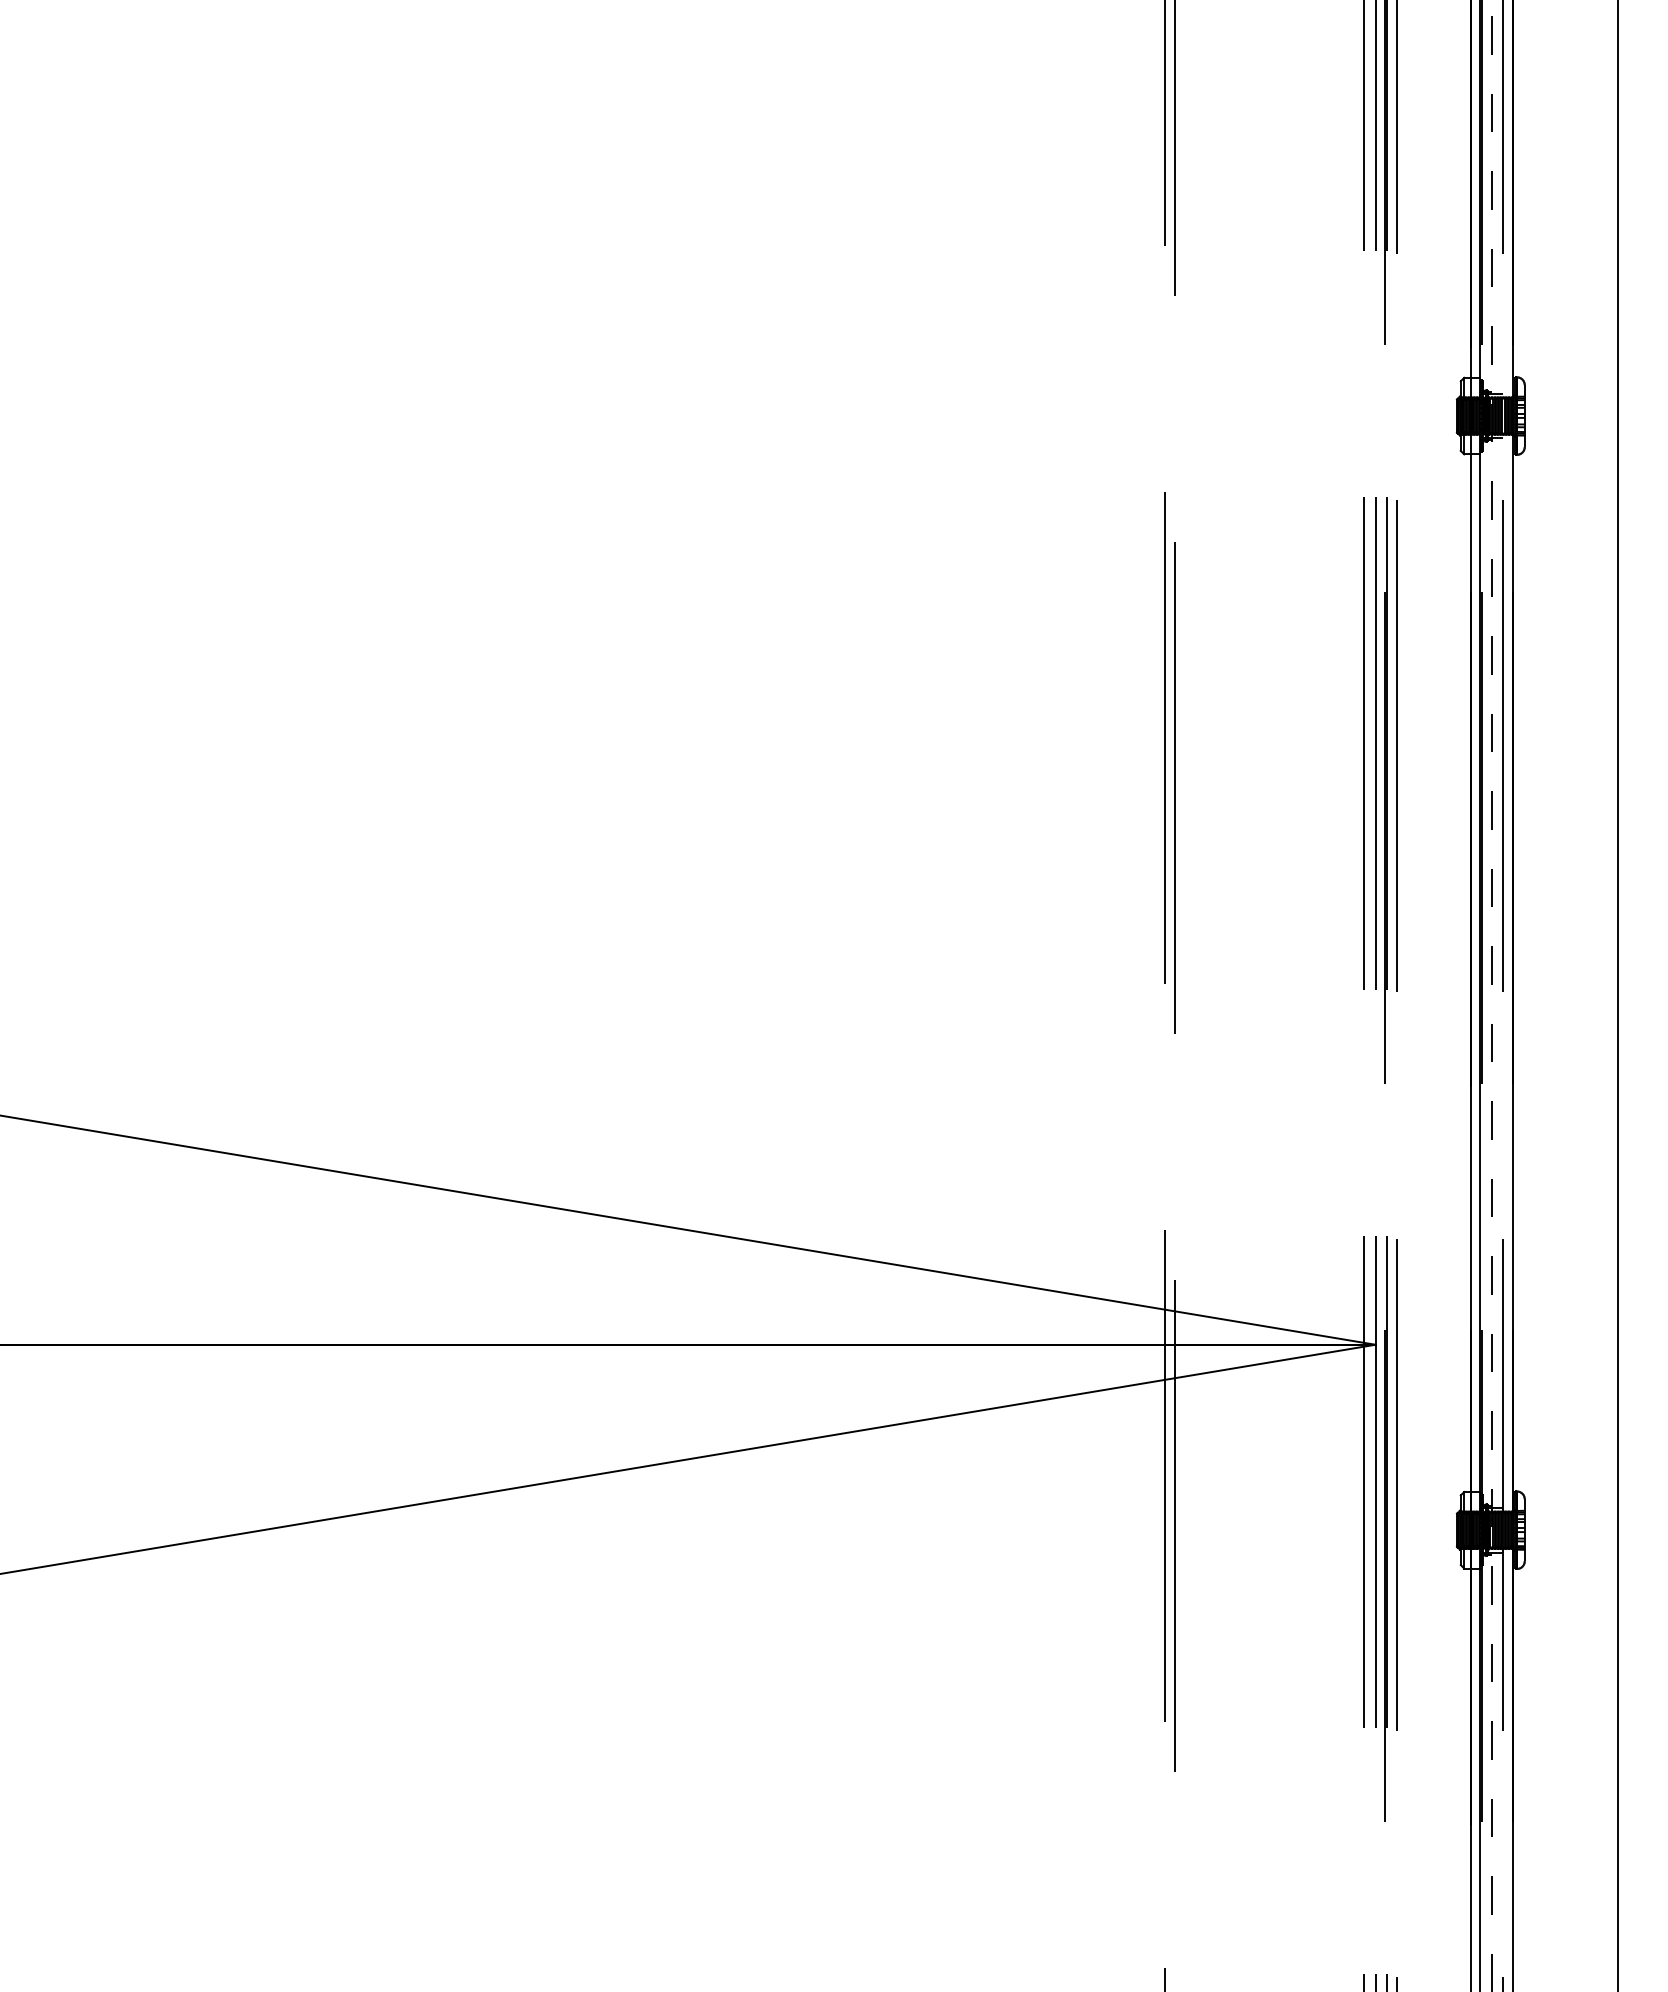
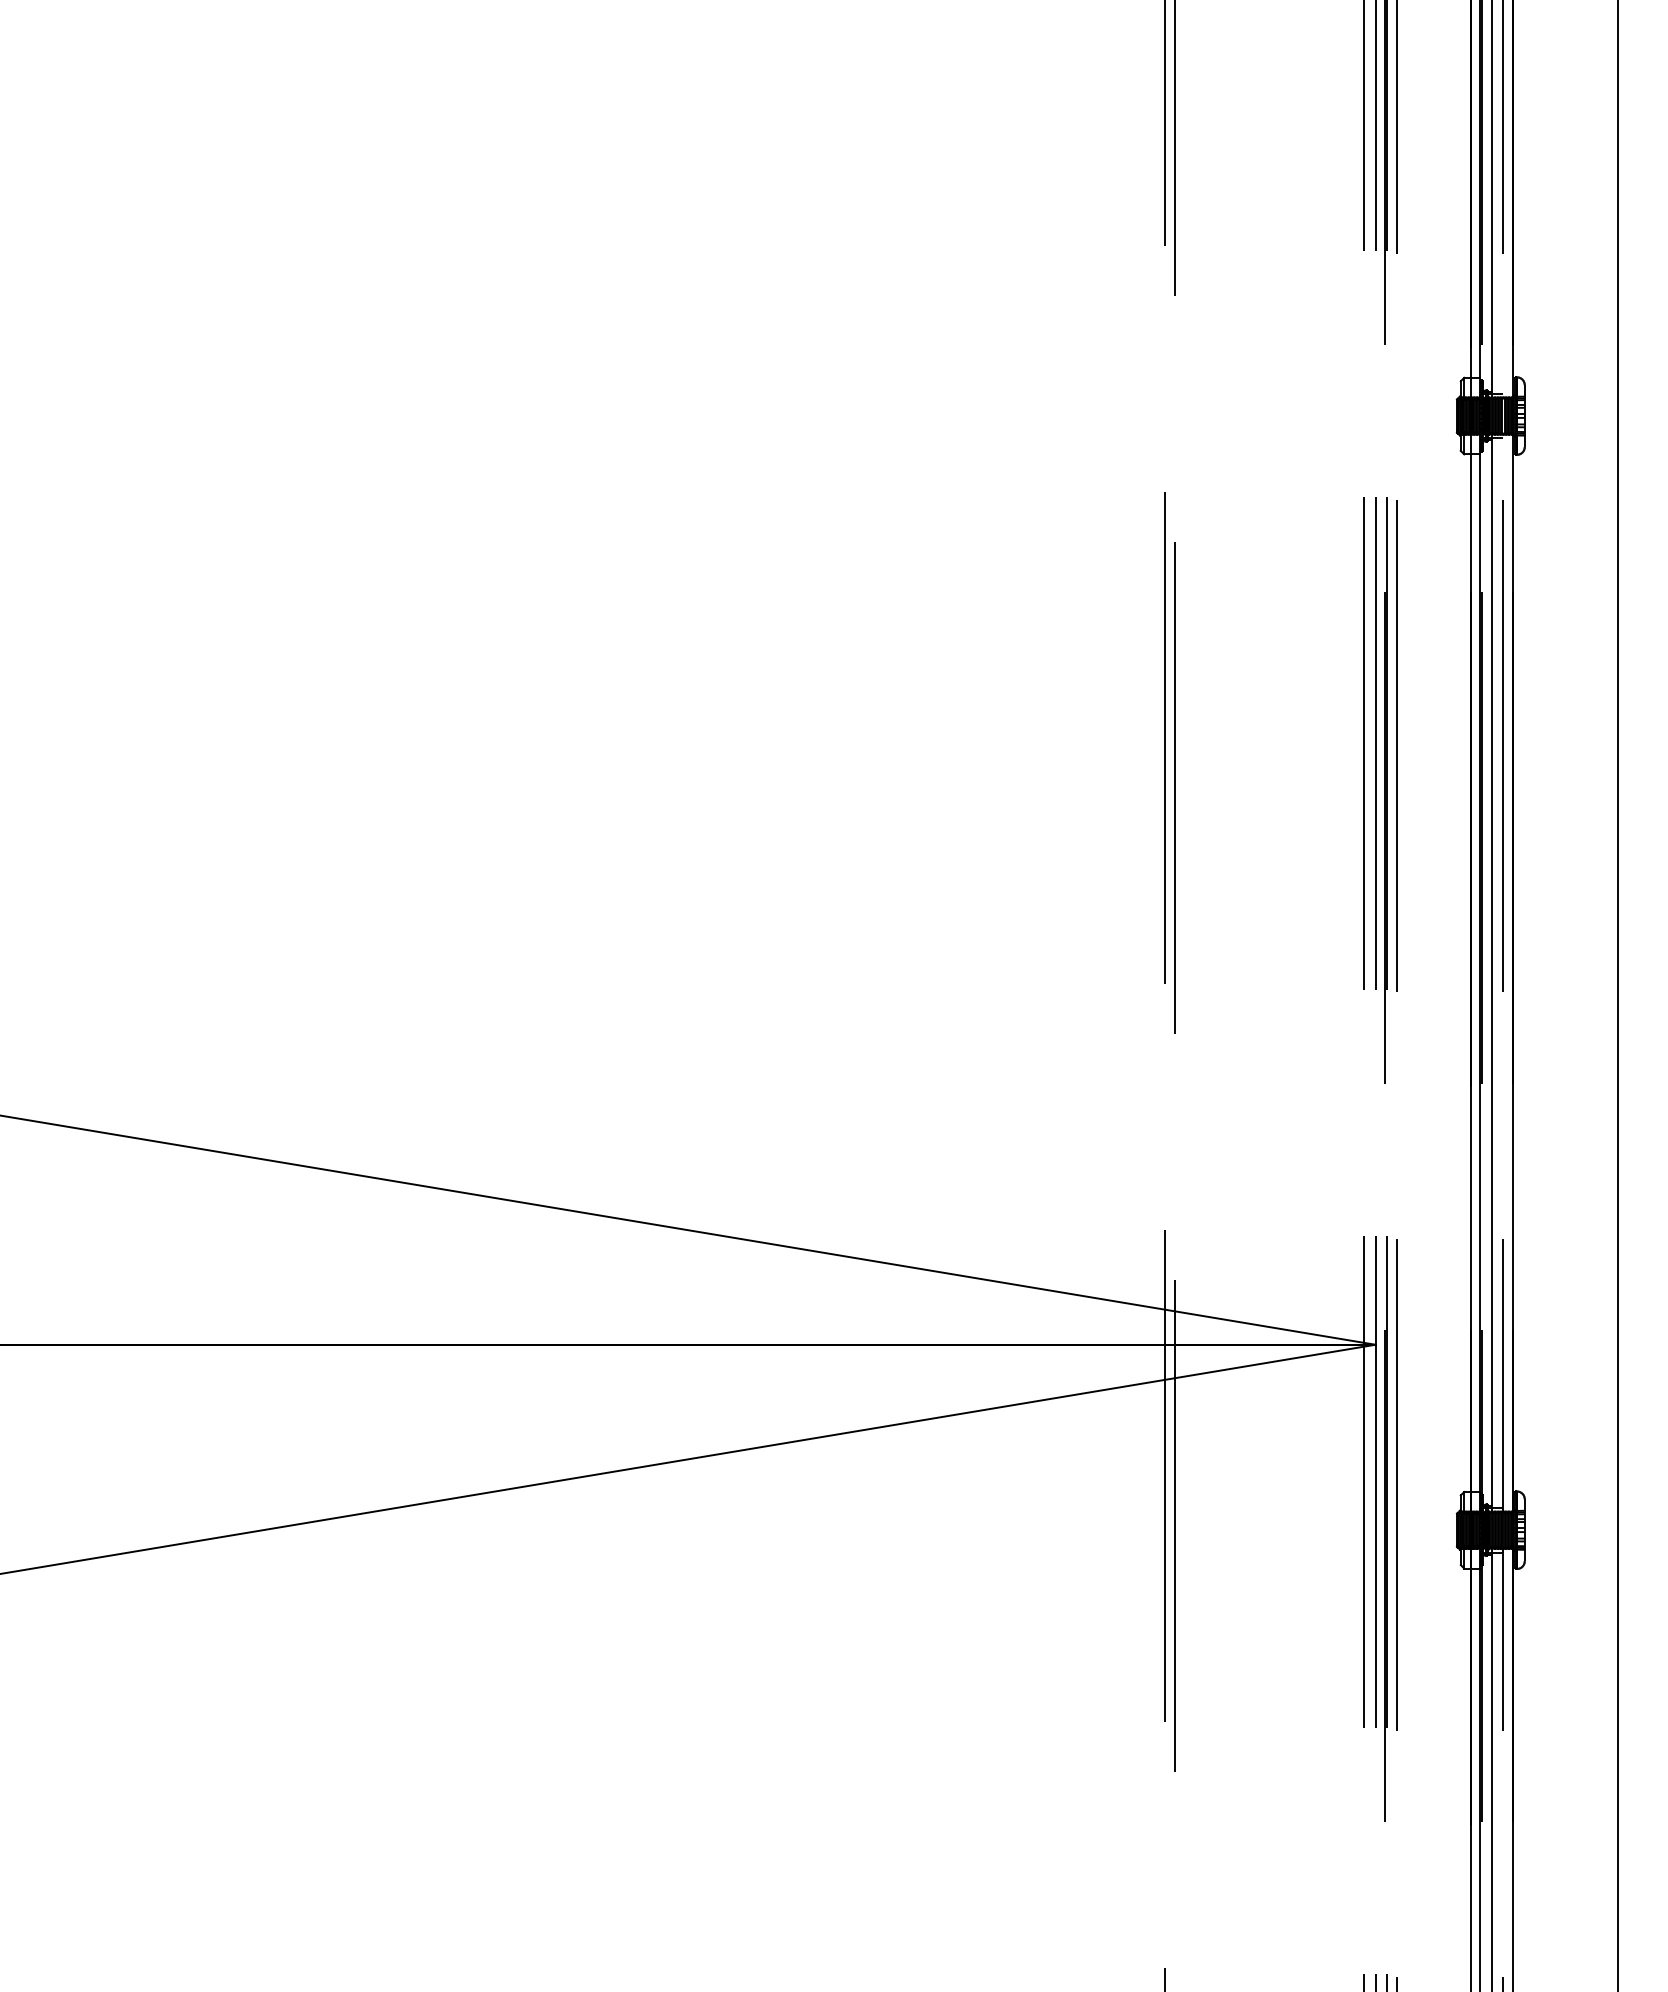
line at (1491, 996): dashed -> solid
